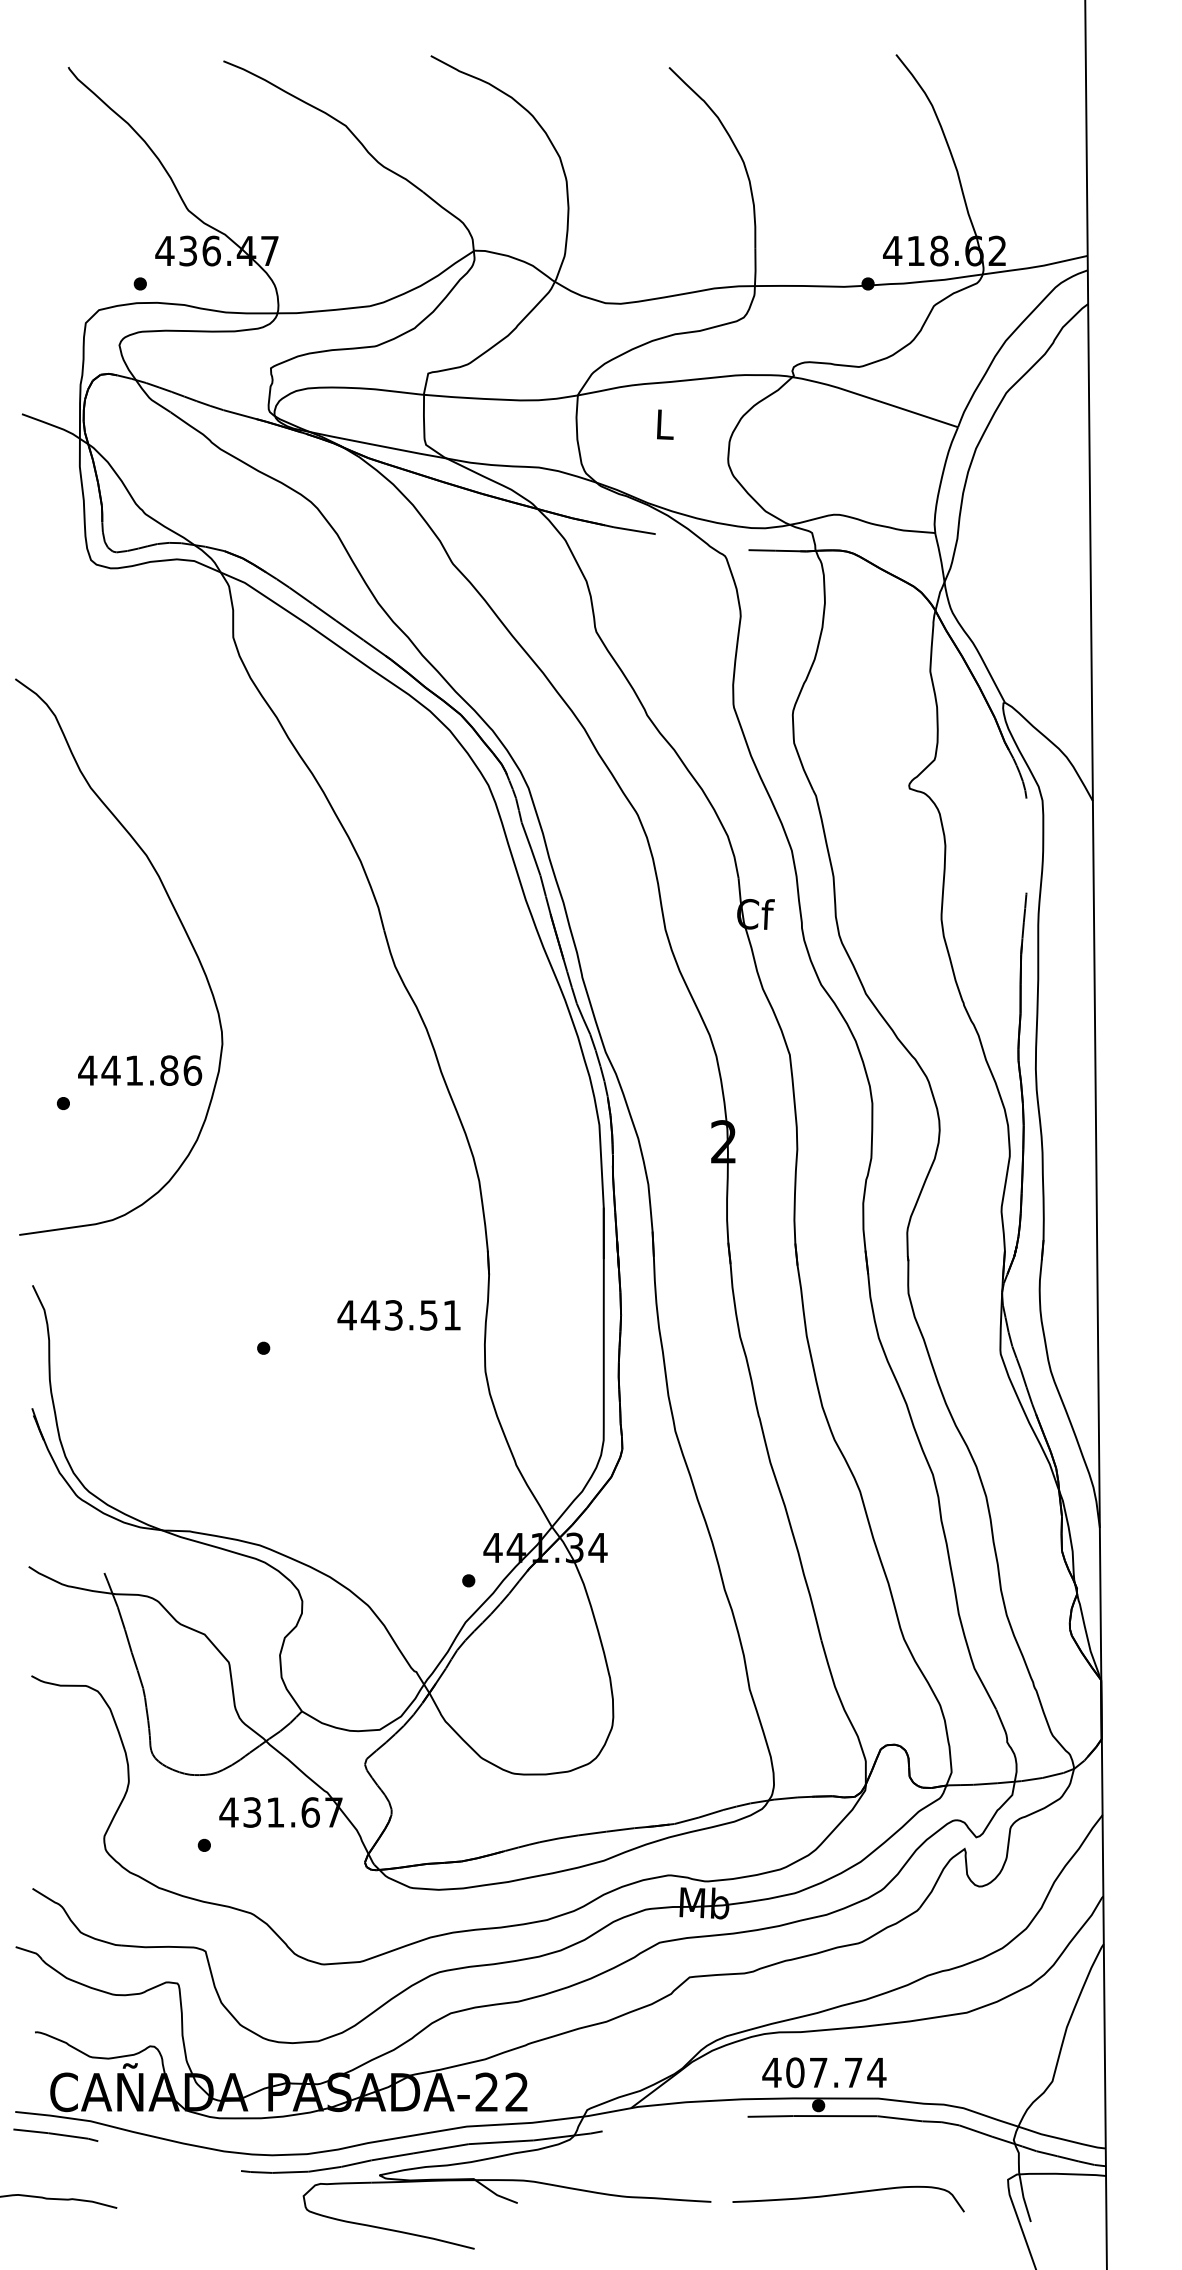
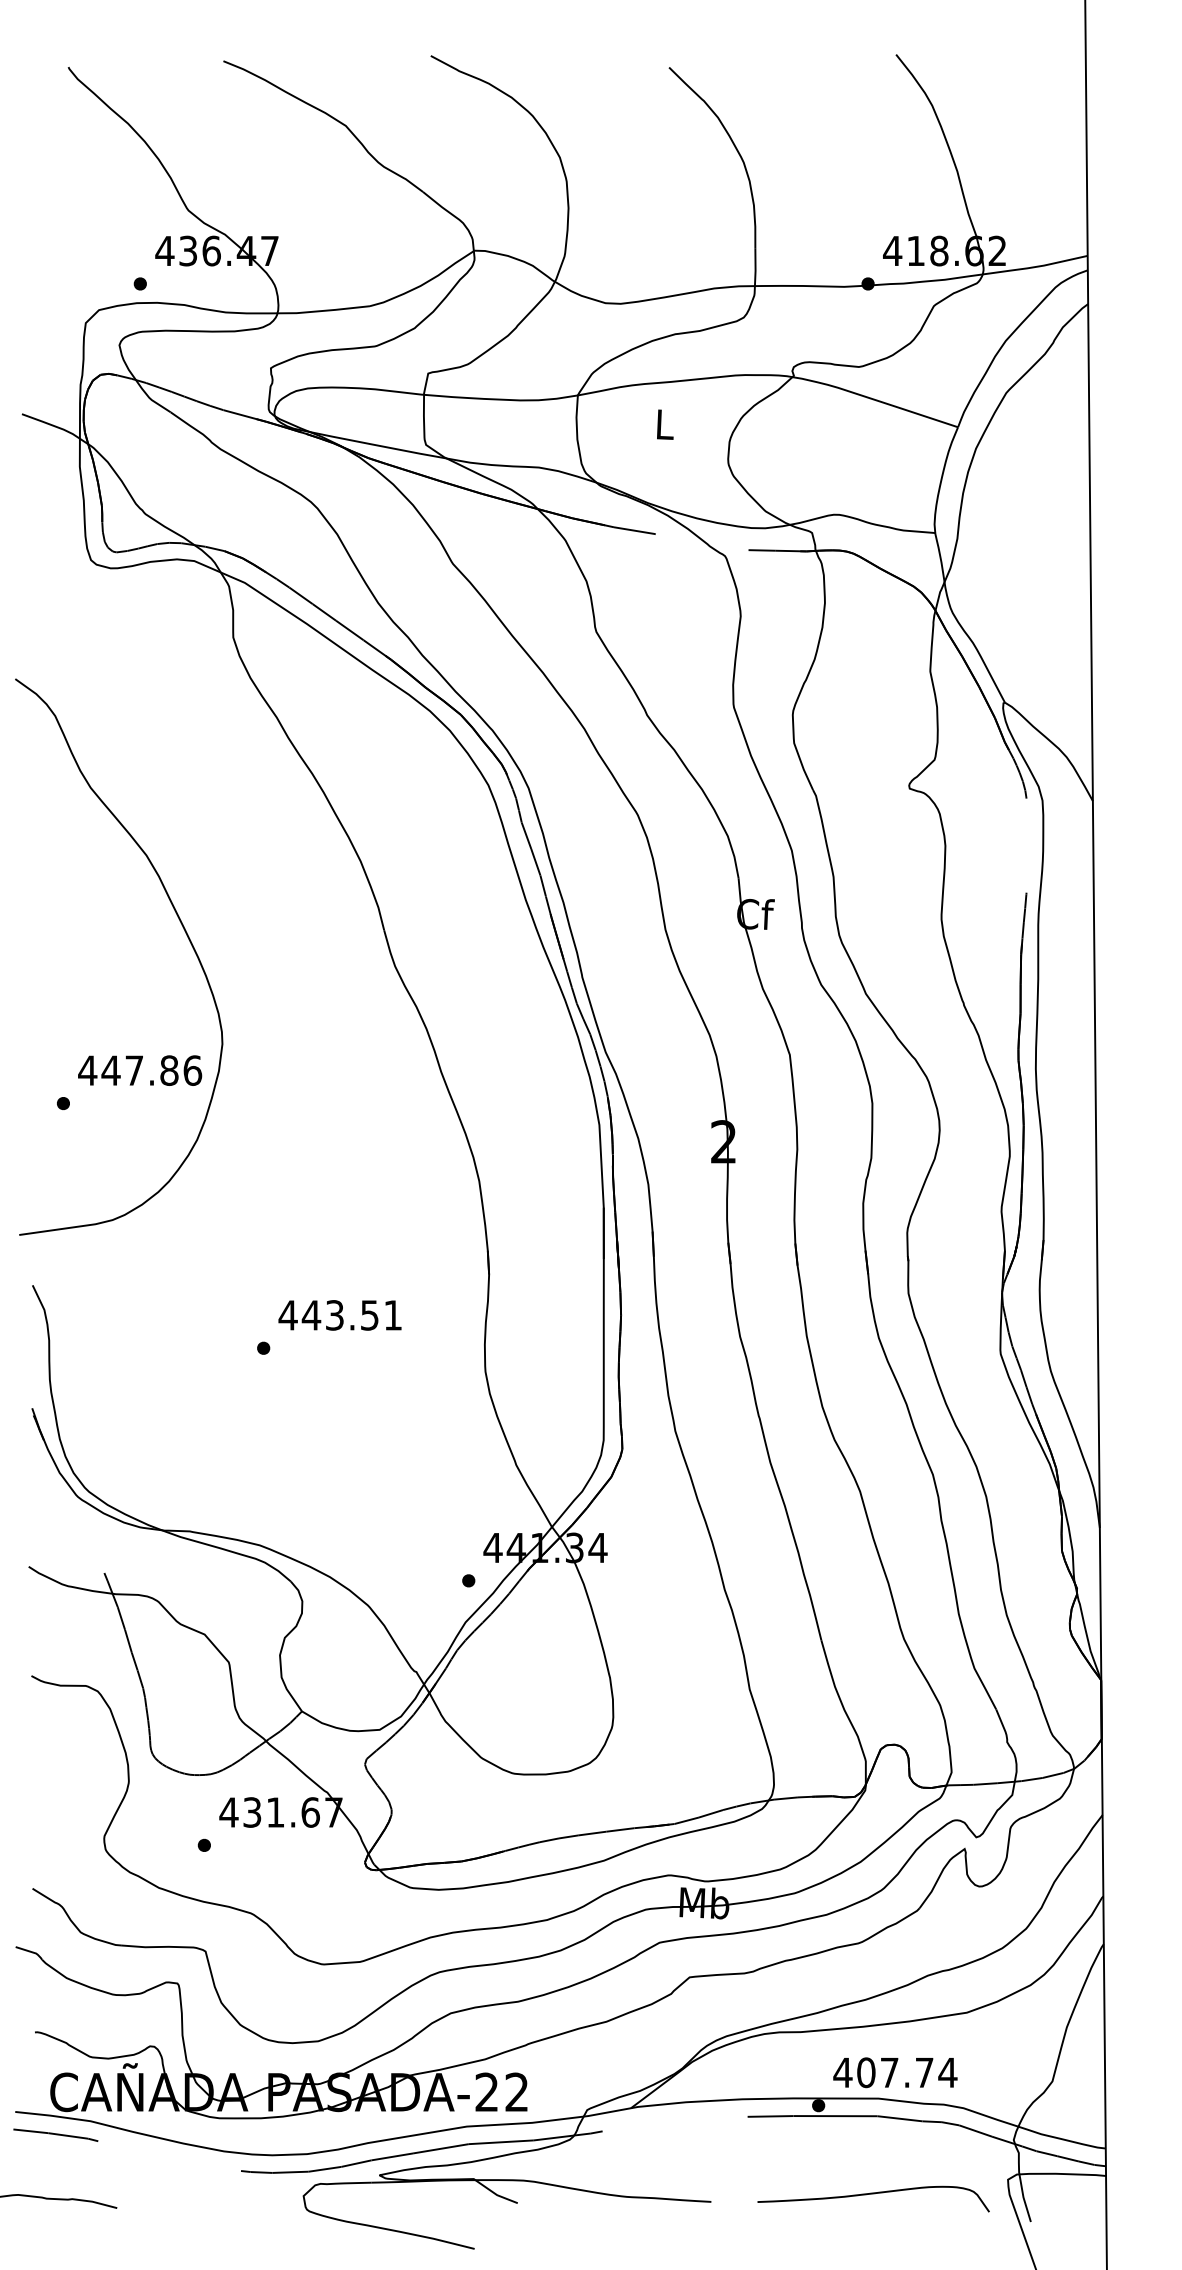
text at (133, 1070): 441.86 -> 447.86
text at (398, 1315) position: (398, 1315) -> (339, 1315)
text at (824, 2072) position: (824, 2072) -> (895, 2072)
curve at (848, 2194) position: (848, 2194) -> (873, 2194)
